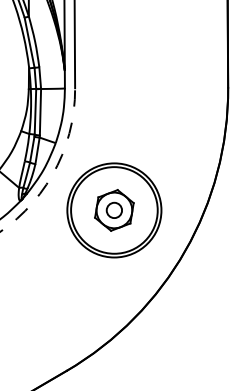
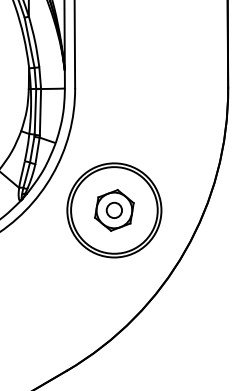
arc at (55, 169): dashed -> solid
